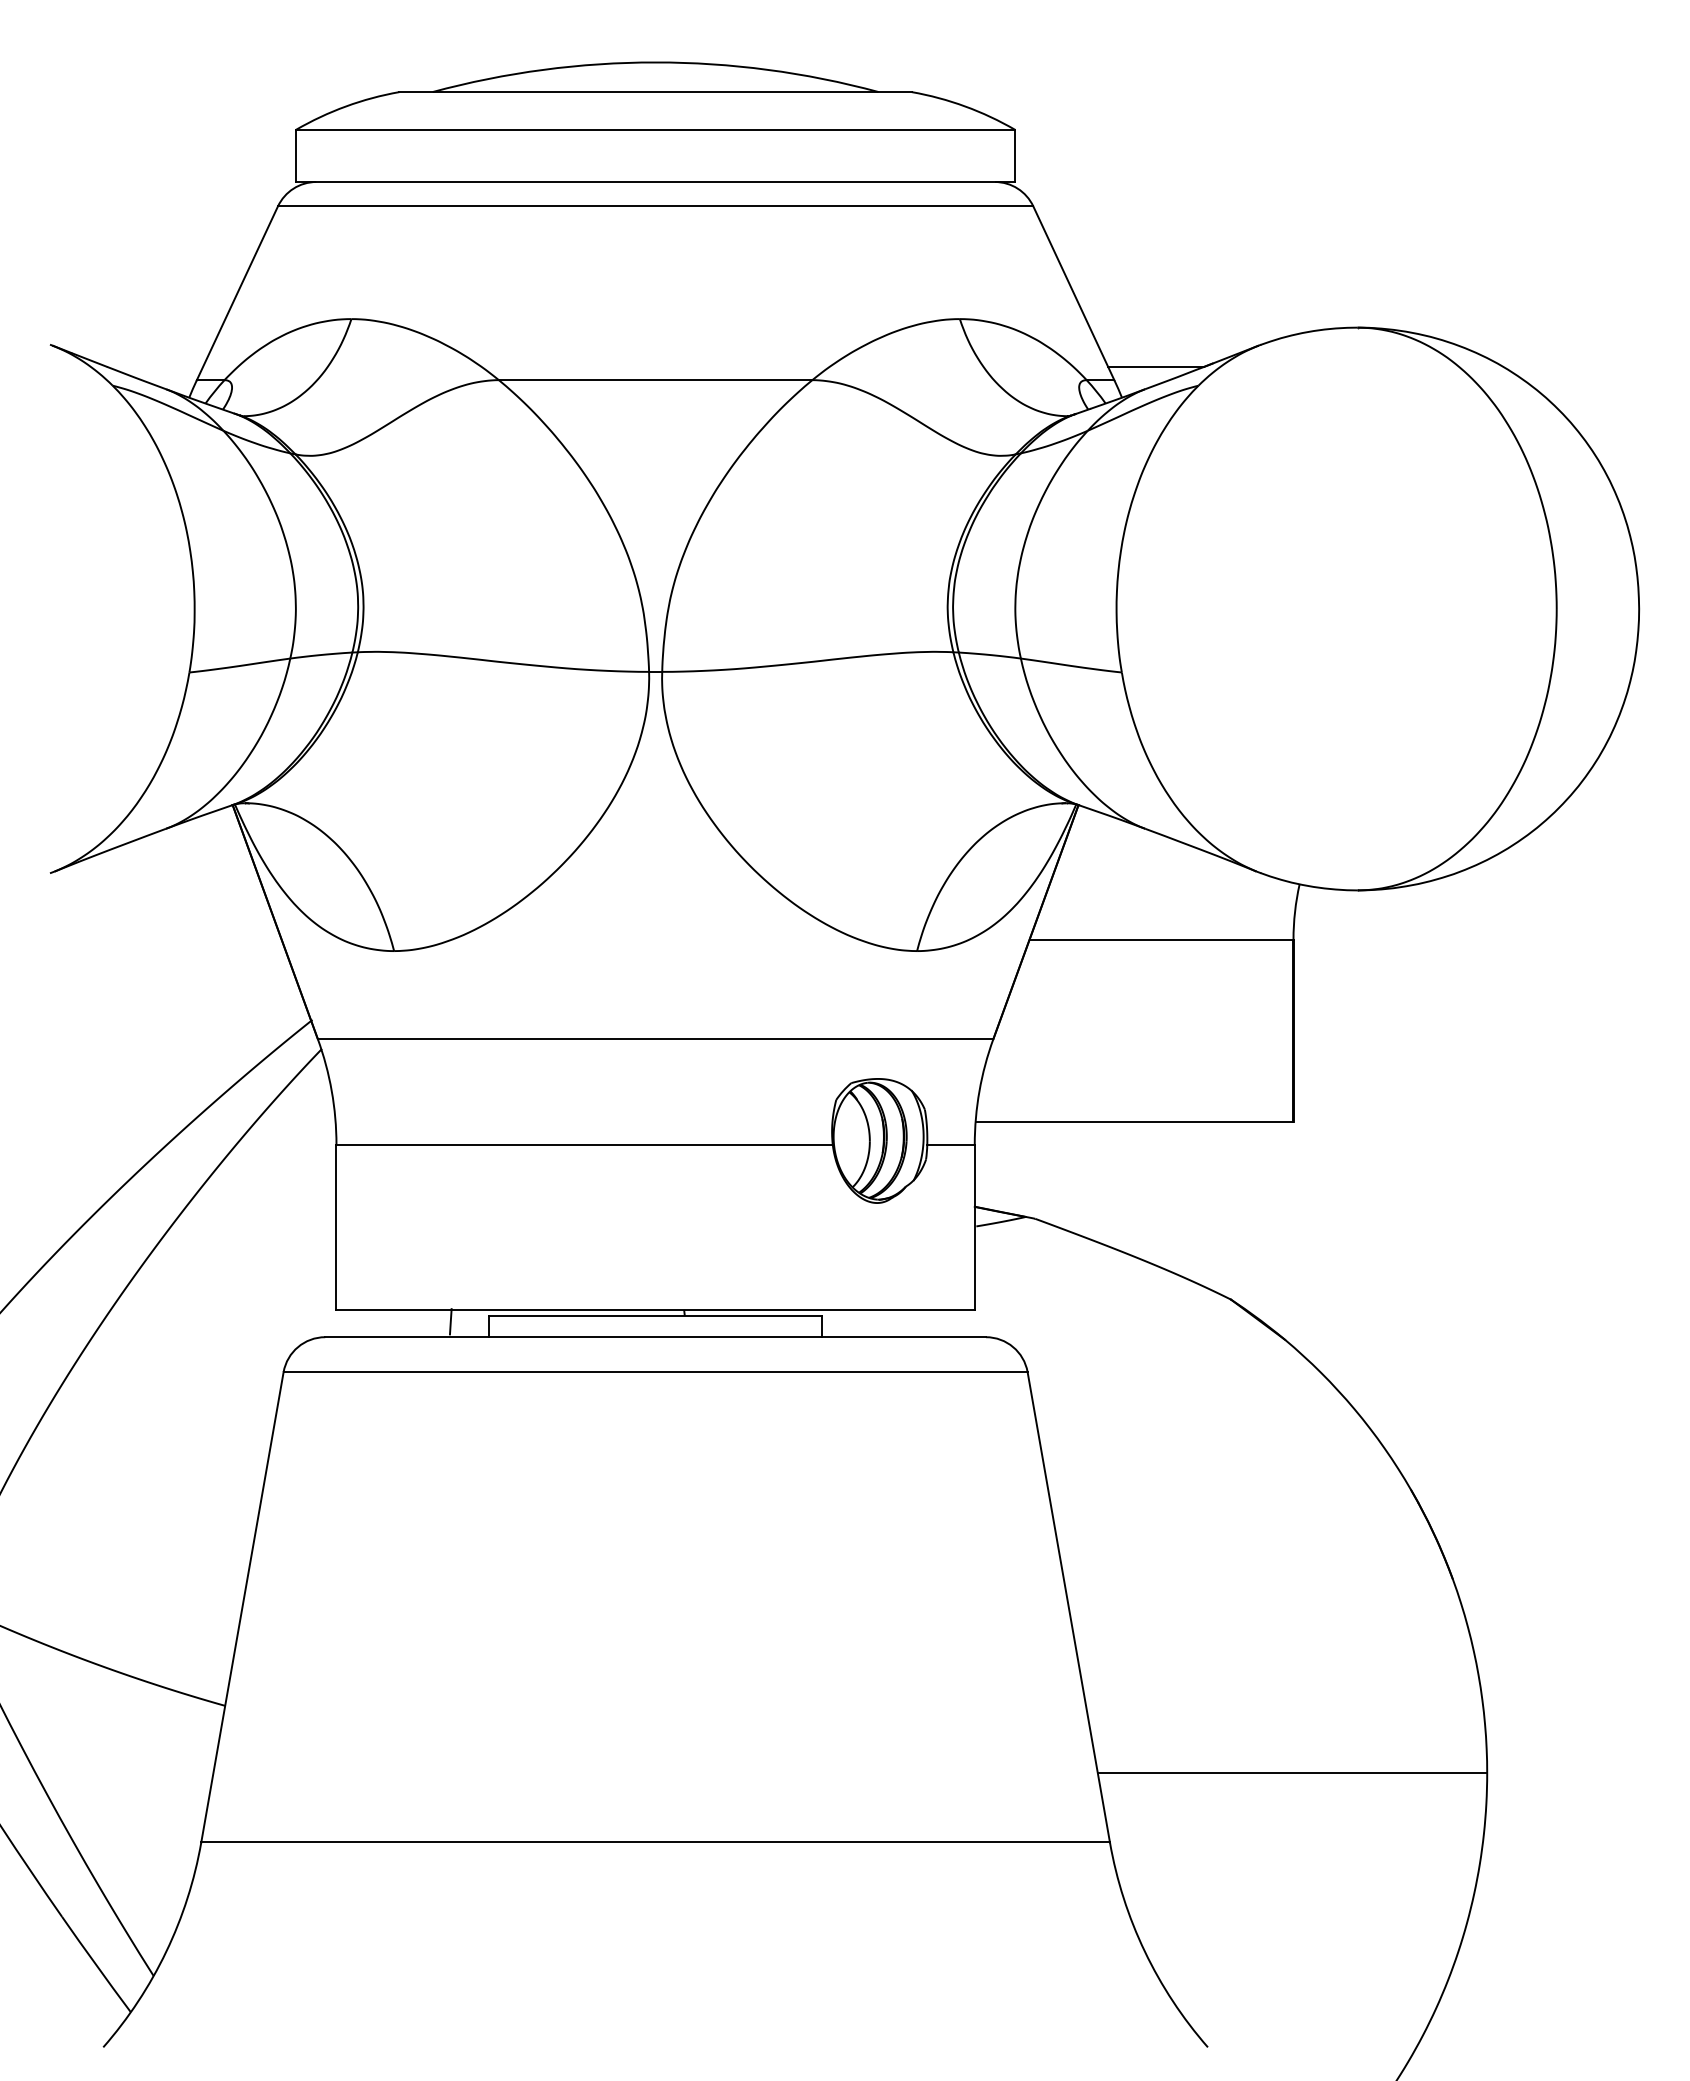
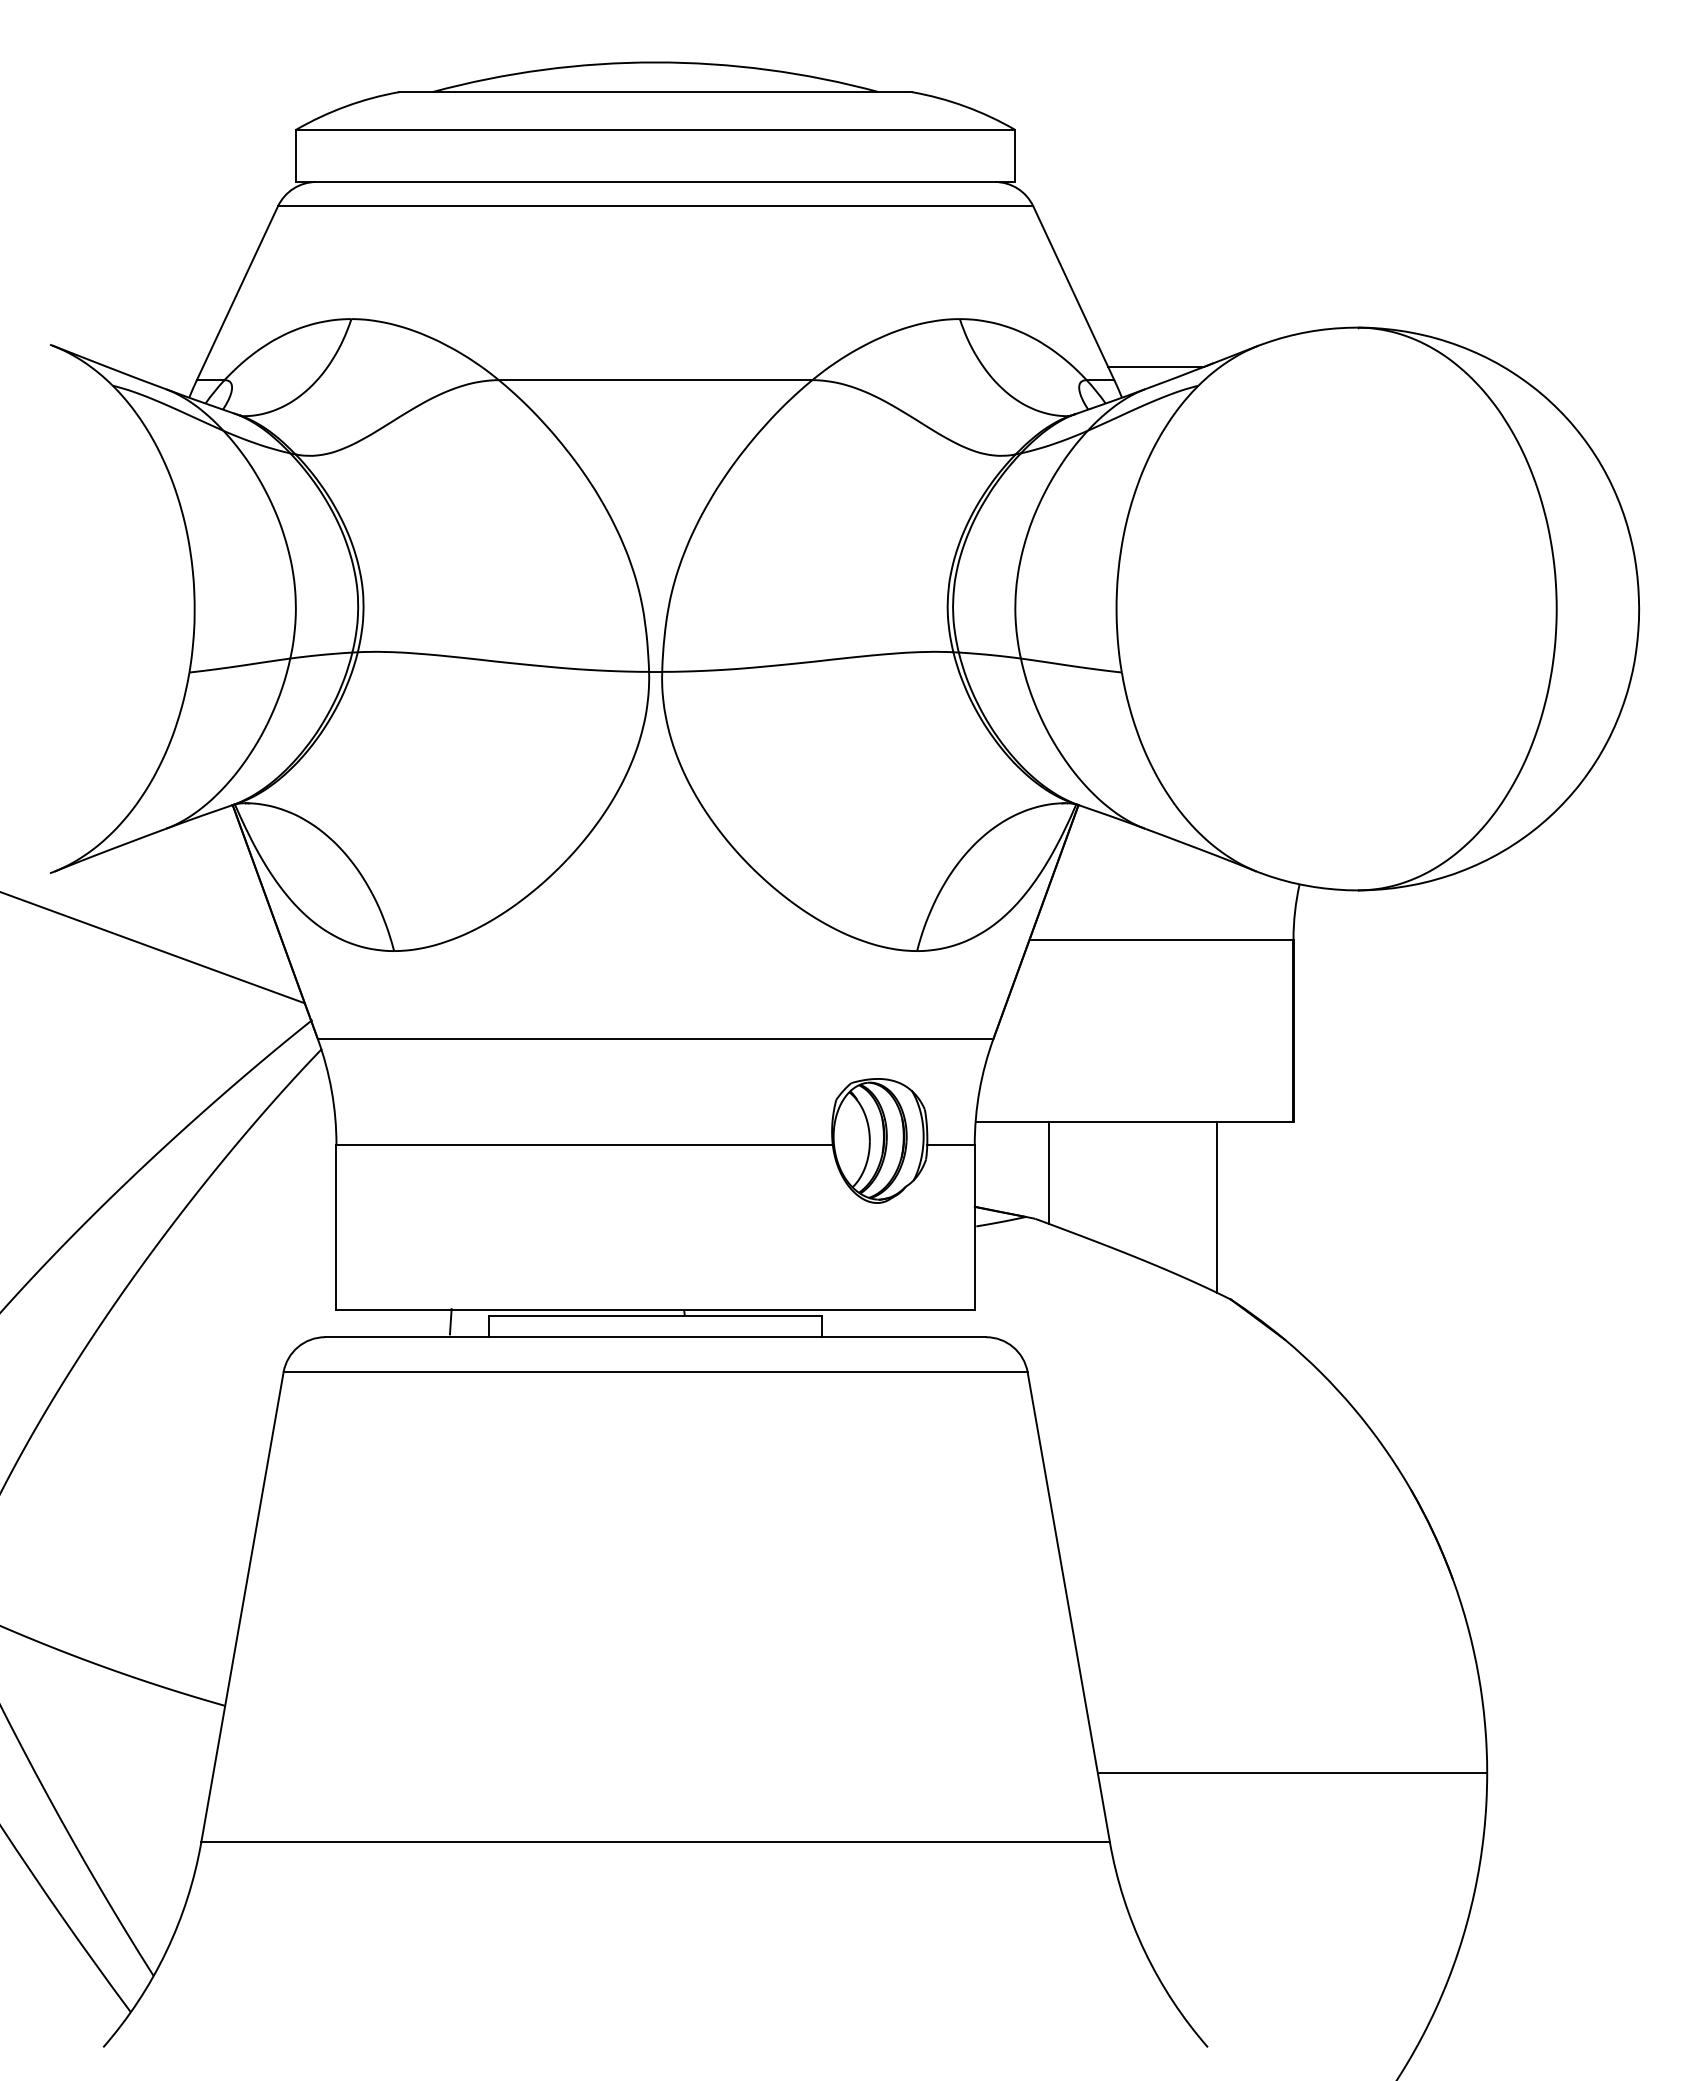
line at (153, 947): none -> present
line at (1048, 1172): none -> present
line at (1217, 1206): none -> present
